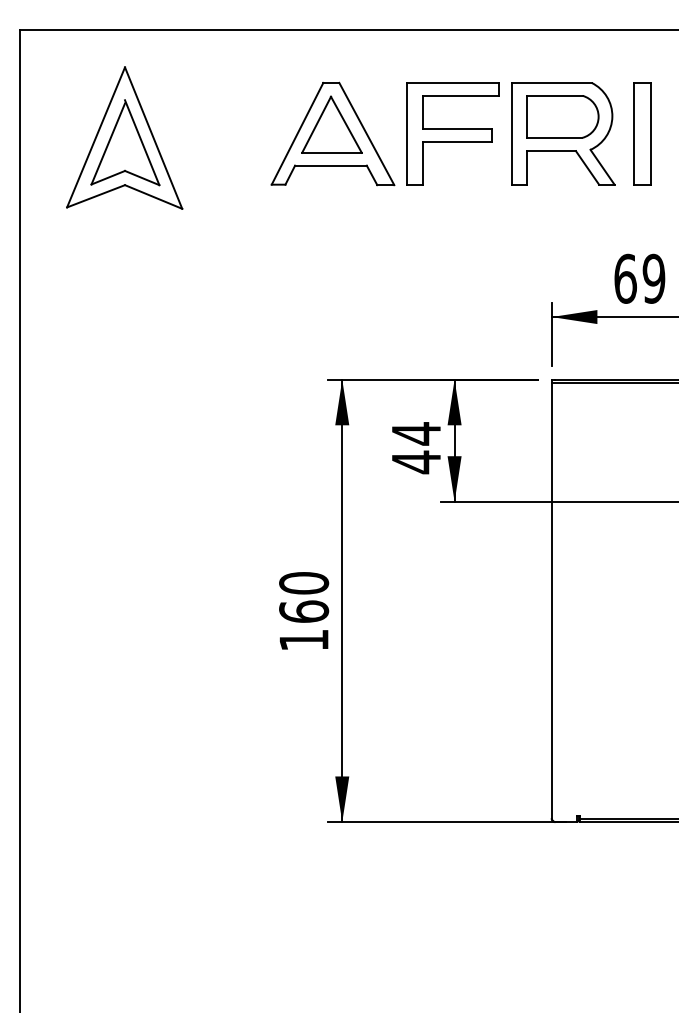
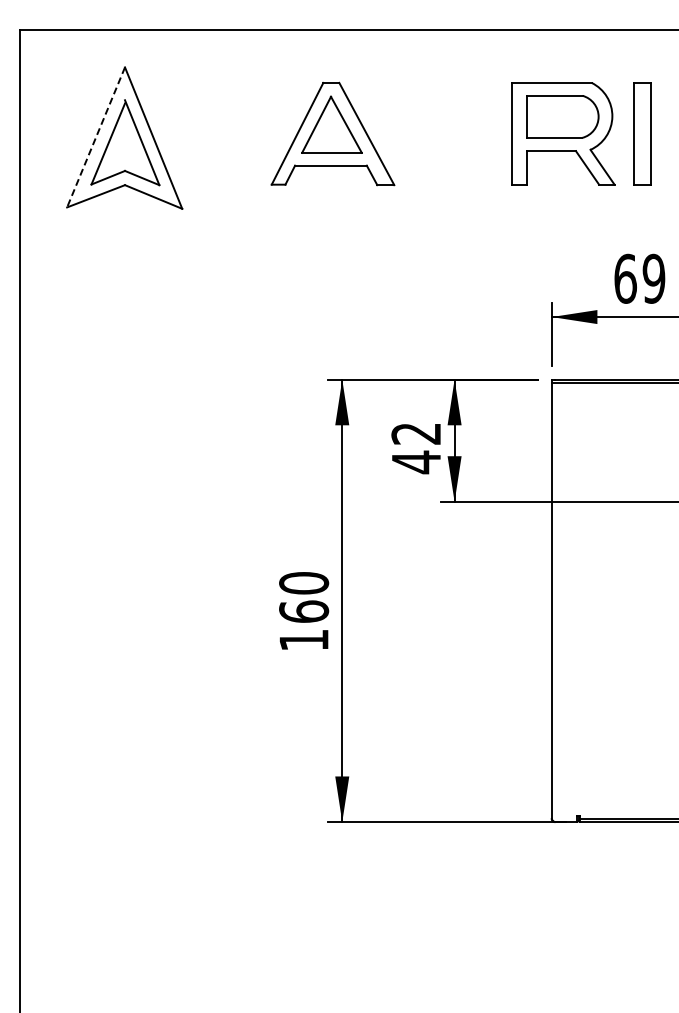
part at (452, 133): present -> none
line at (96, 137): solid -> dashed
text at (415, 433): 44 -> 42
